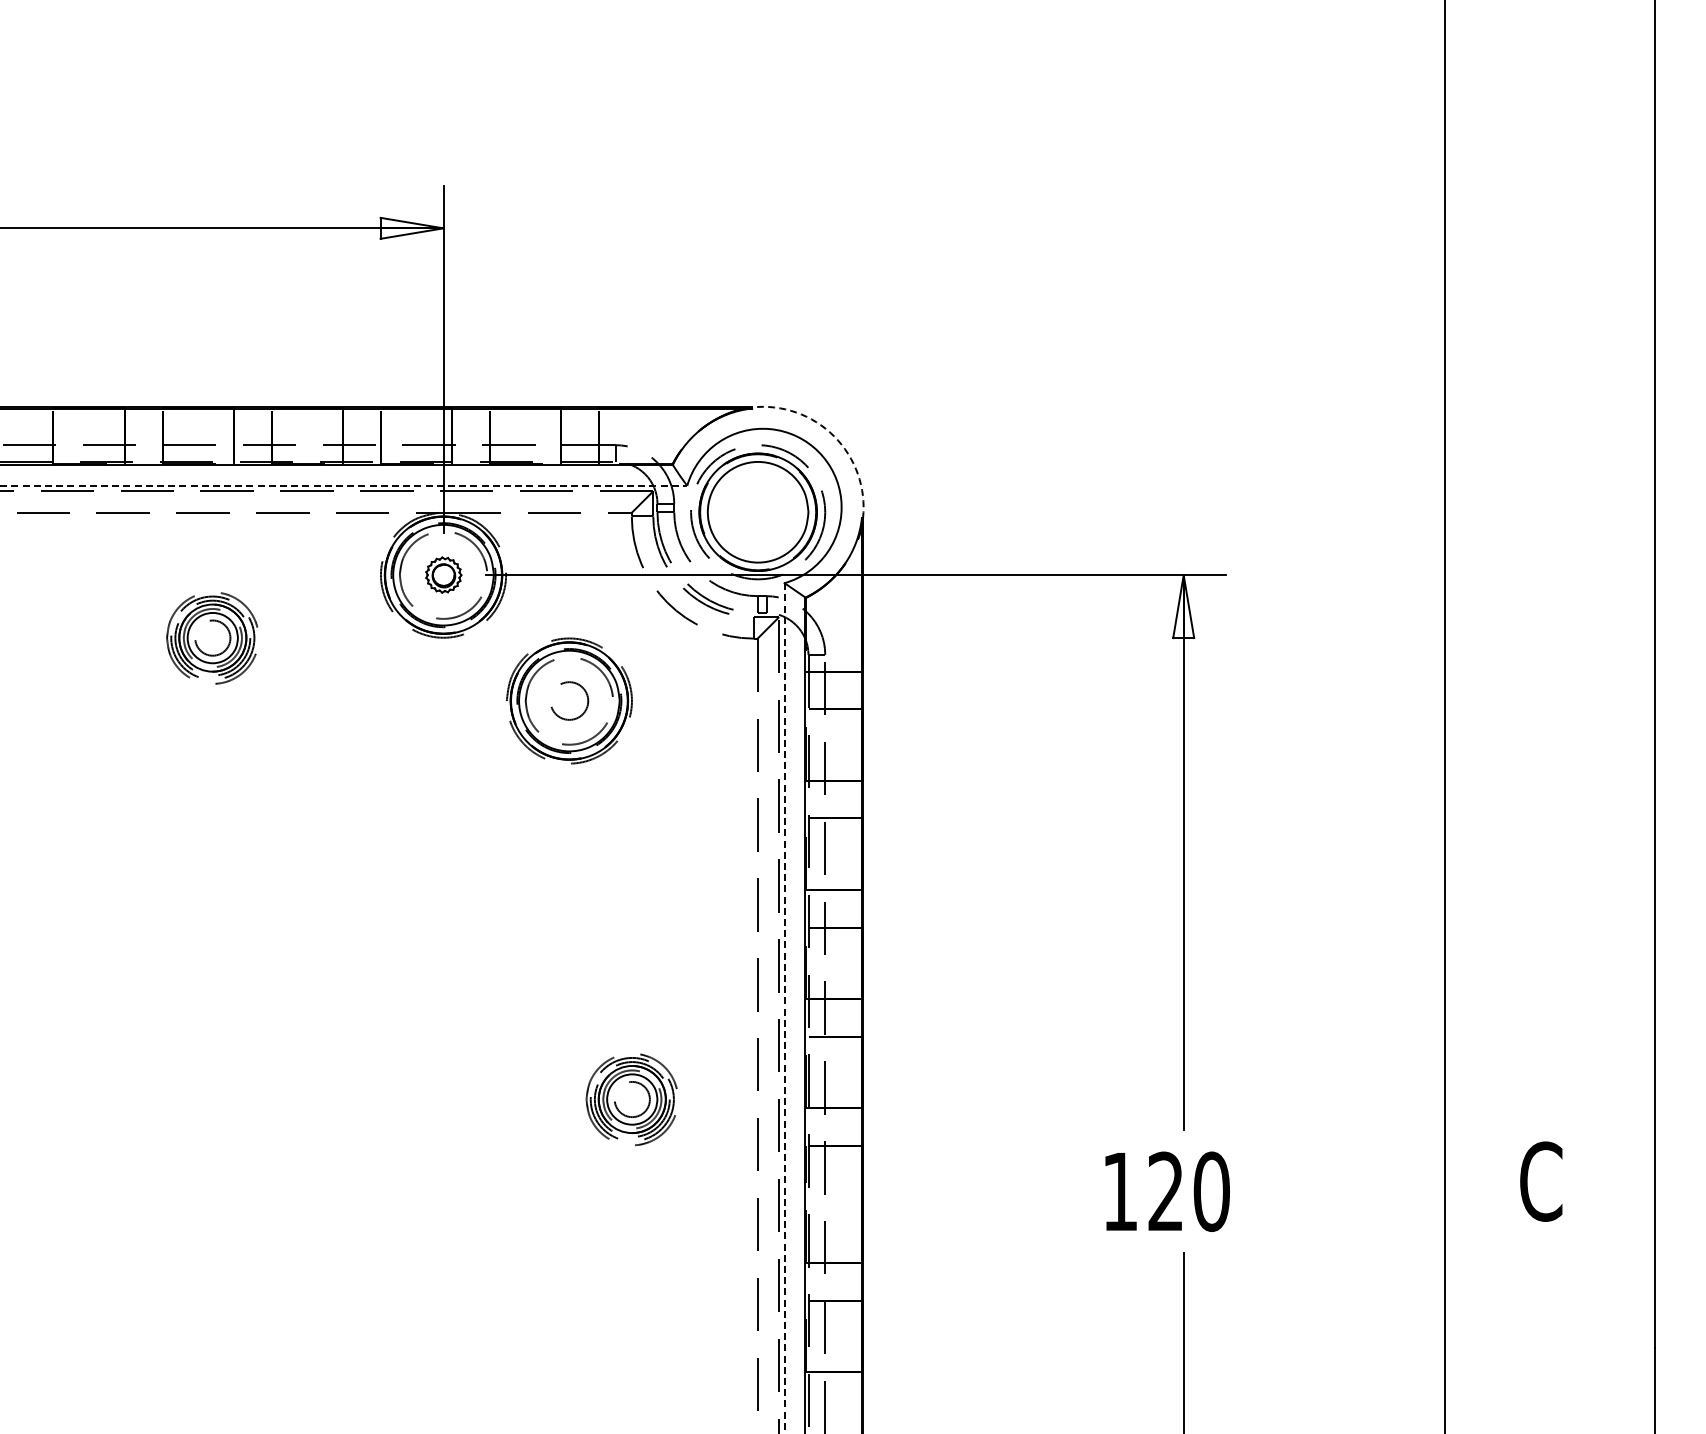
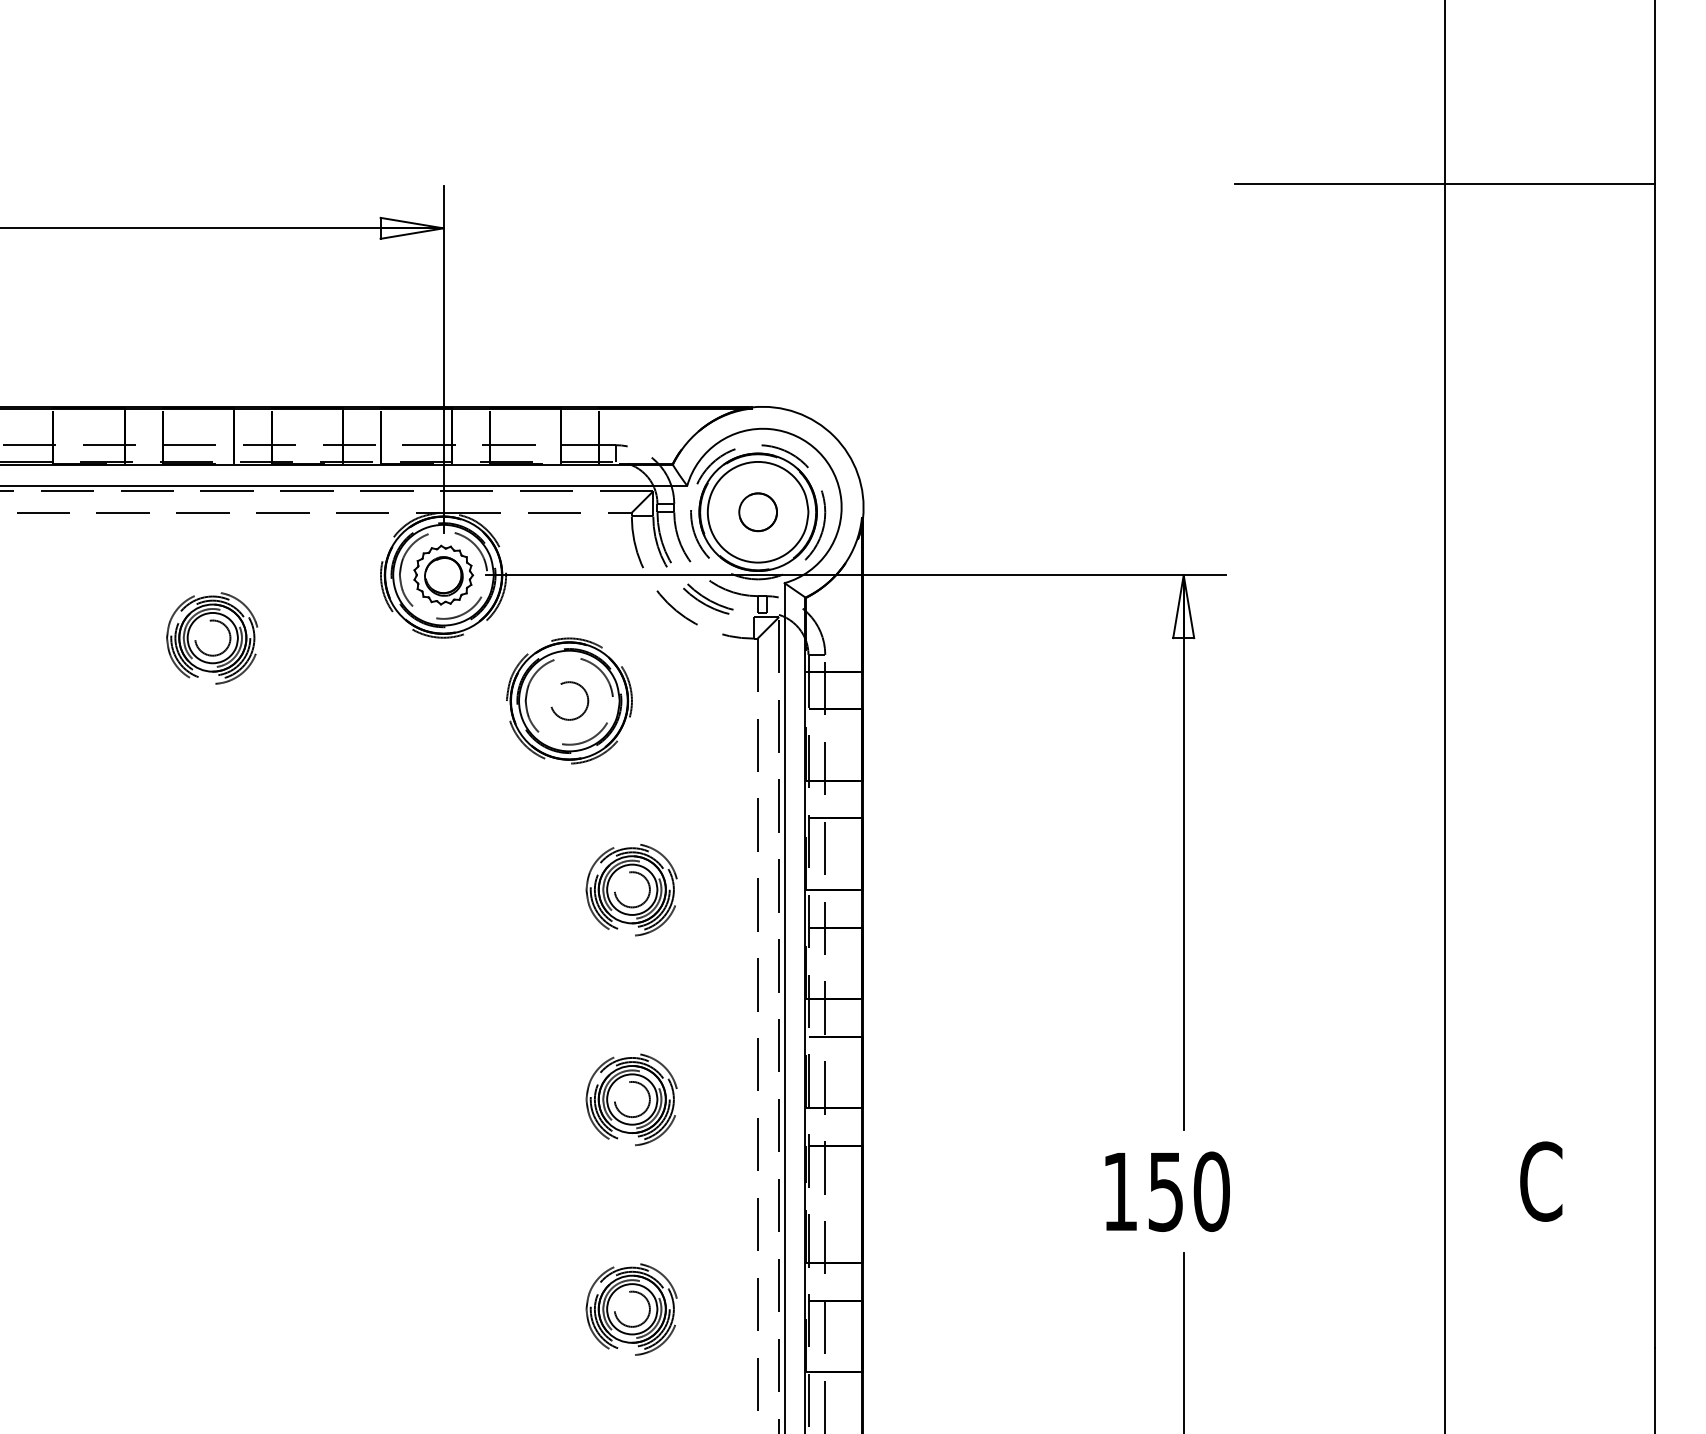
line at (1444, 184): none -> present
arc at (834, 436): dashed -> solid
line at (344, 485): dashed -> solid
part at (757, 512): none -> present
part at (443, 574) size: 38x38 px -> 62x62 px
part at (631, 890): none -> present
line at (784, 1008): dashed -> solid
text at (1165, 1191): 120 -> 150
part at (631, 1309): none -> present
